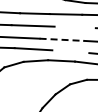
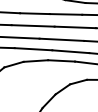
line at (74, 27): none -> present
line at (62, 39): dashed -> solid
line at (70, 51): none -> present
